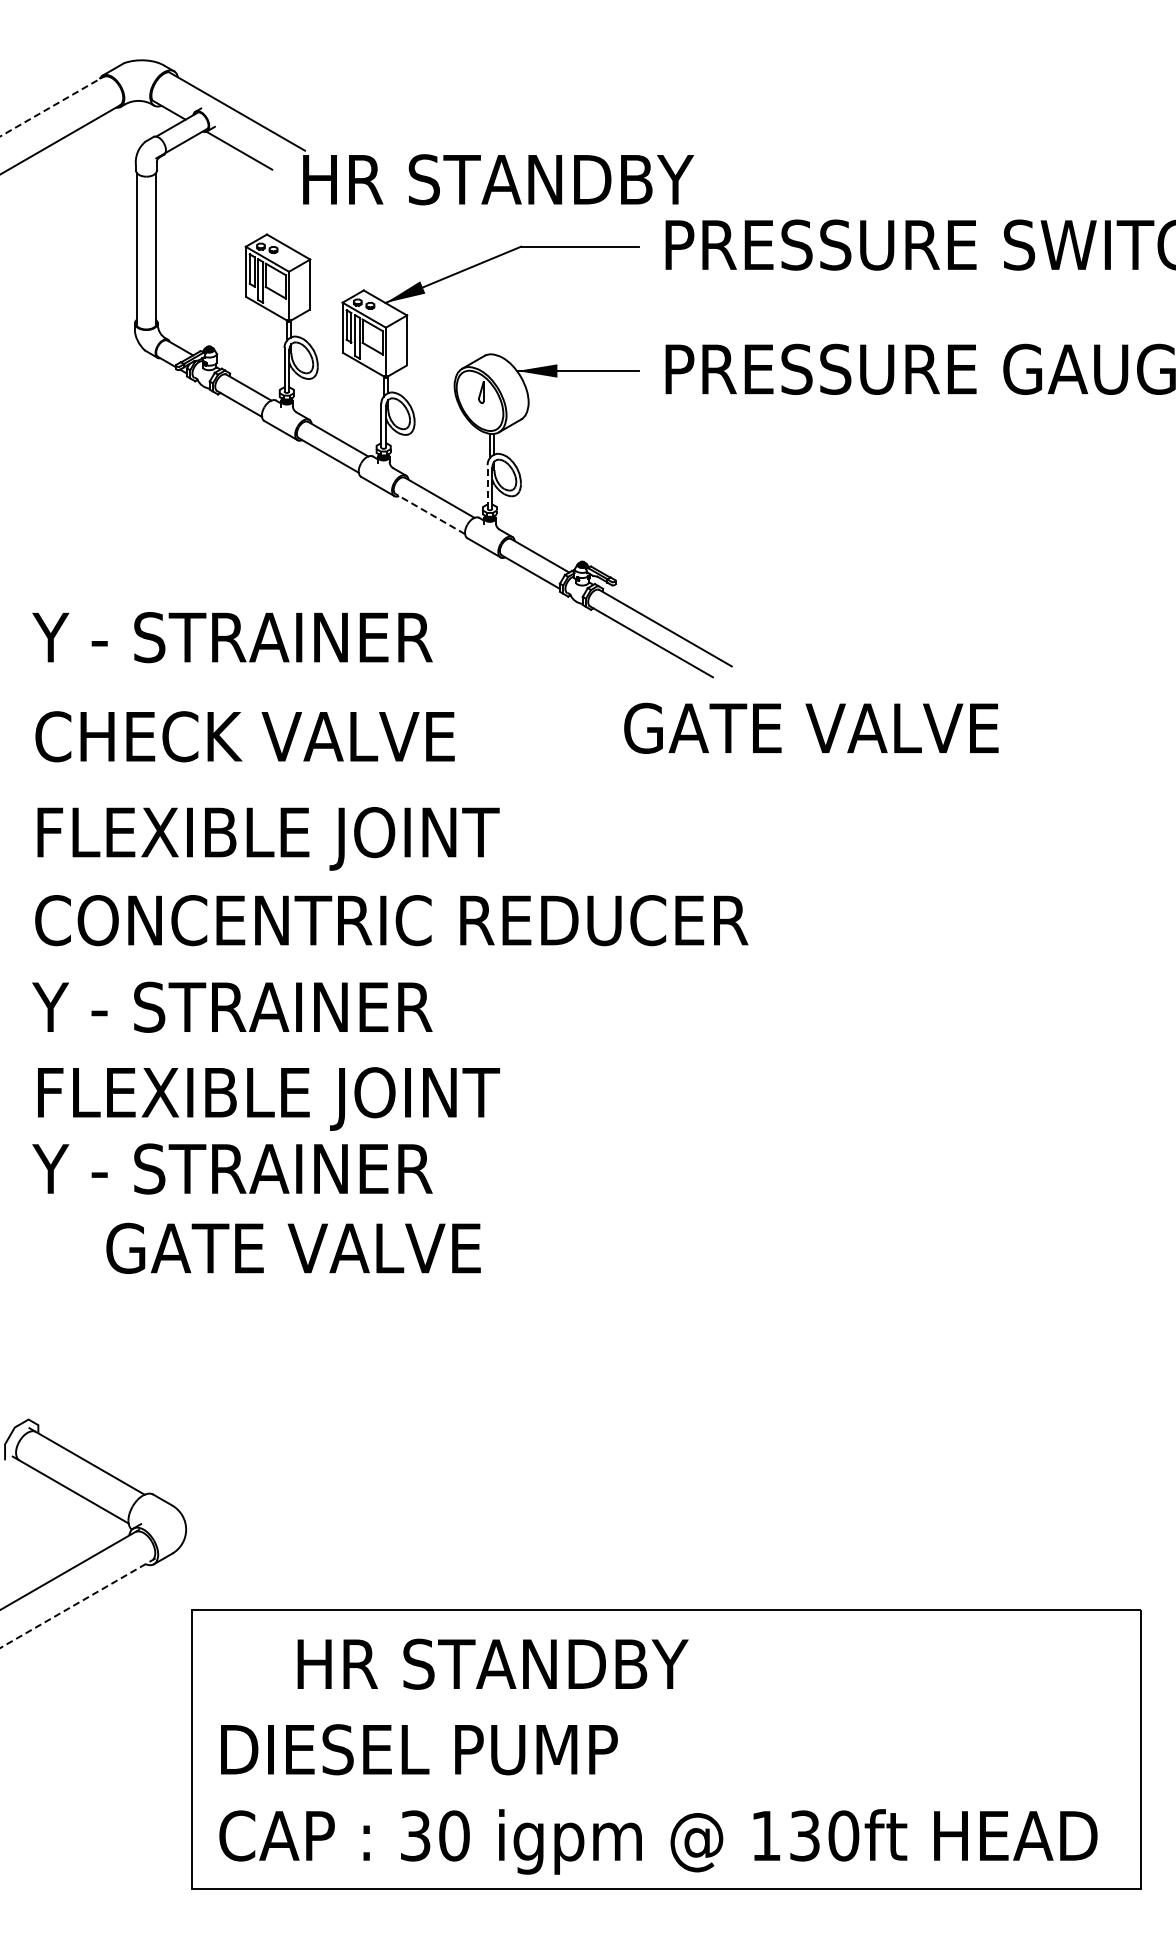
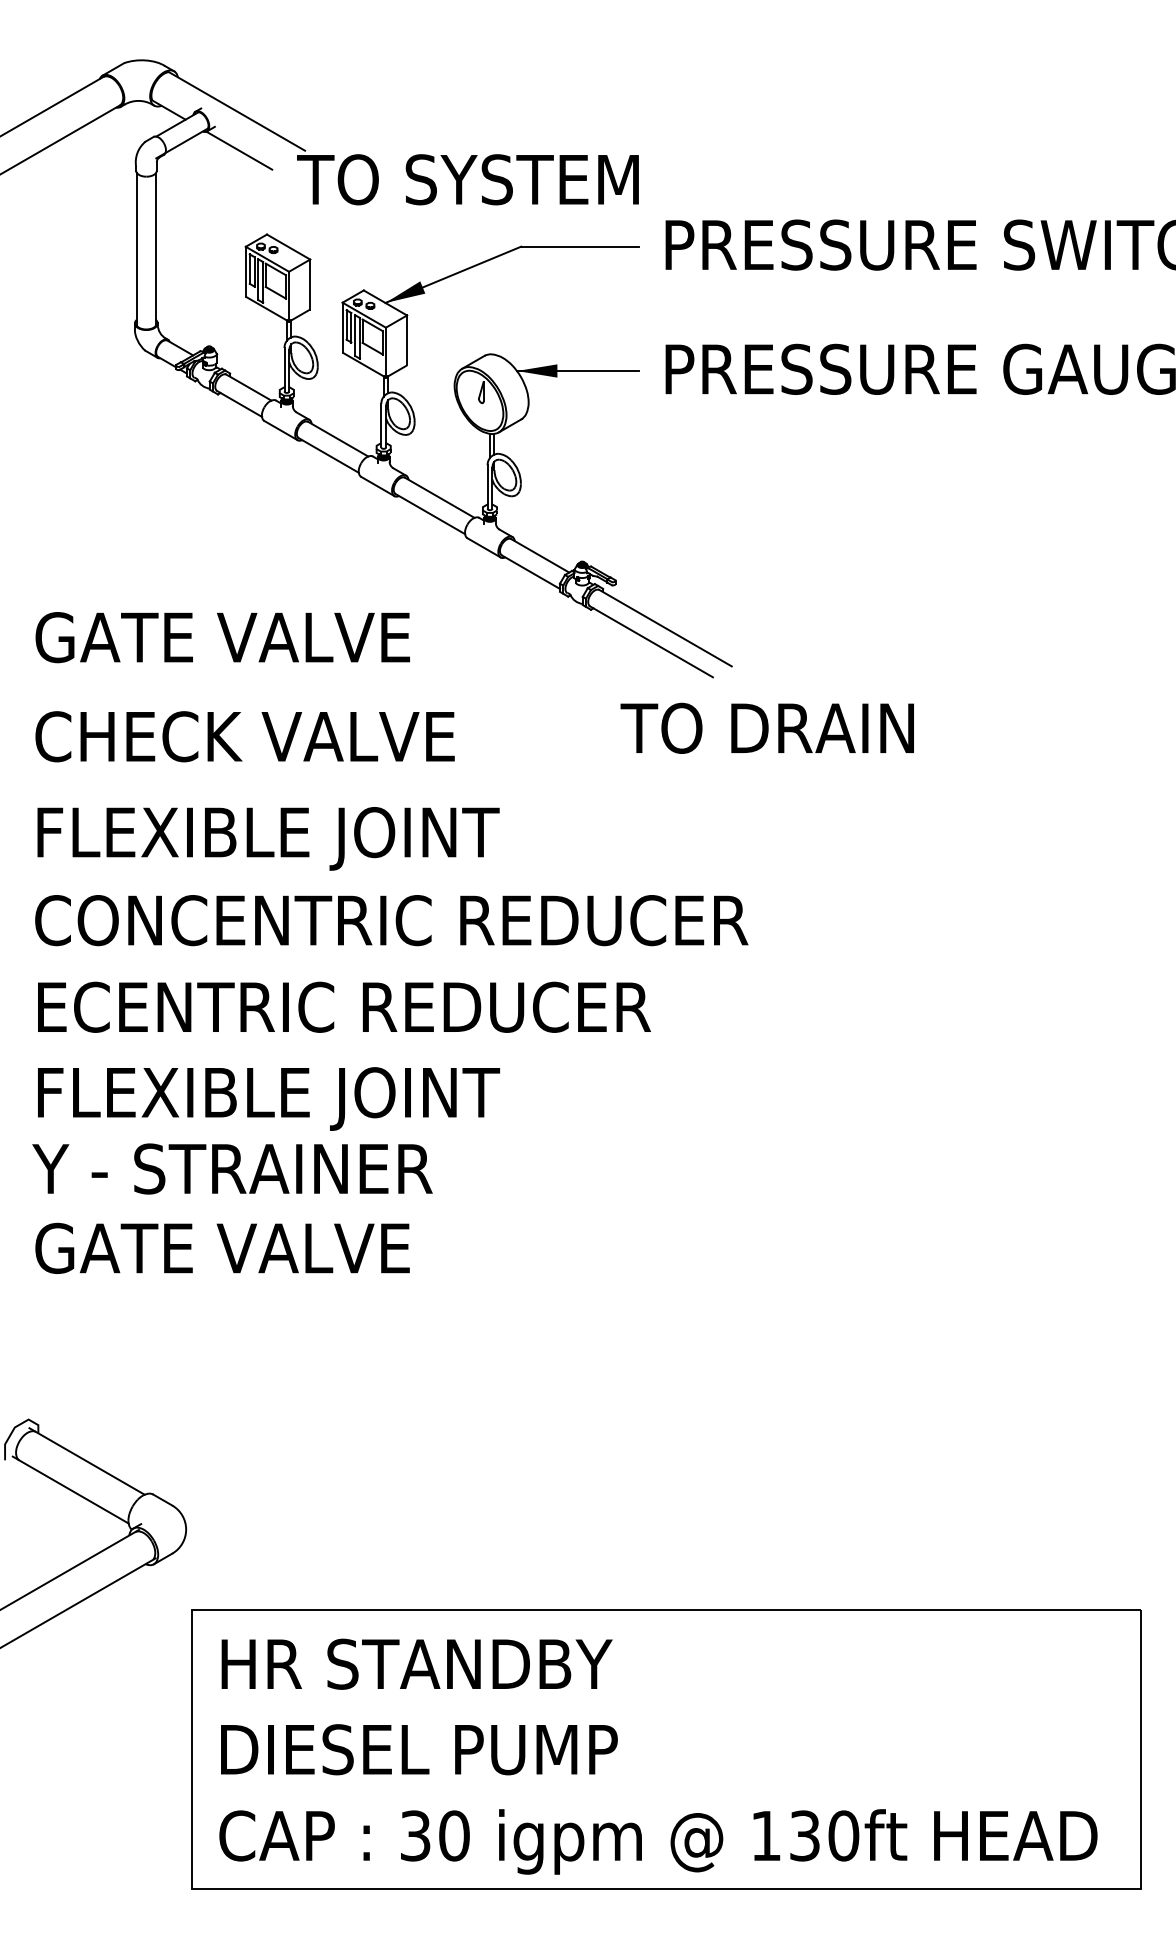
line at (53, 105): dashed -> solid
text at (495, 179): HR STANDBY -> TO SYSTEM
line at (487, 487): dashed -> solid
line at (429, 513): dashed -> solid
text at (232, 637): Y - STRAINER -> GATE VALVE
text at (809, 727): GATE VALVE -> TO DRAIN
text at (341, 1006): Y - STRAINER -> ECENTRIC REDUCER
text at (293, 1247) position: (293, 1247) -> (222, 1247)
line at (77, 1603): dashed -> solid
text at (492, 1663) position: (492, 1663) -> (416, 1663)
